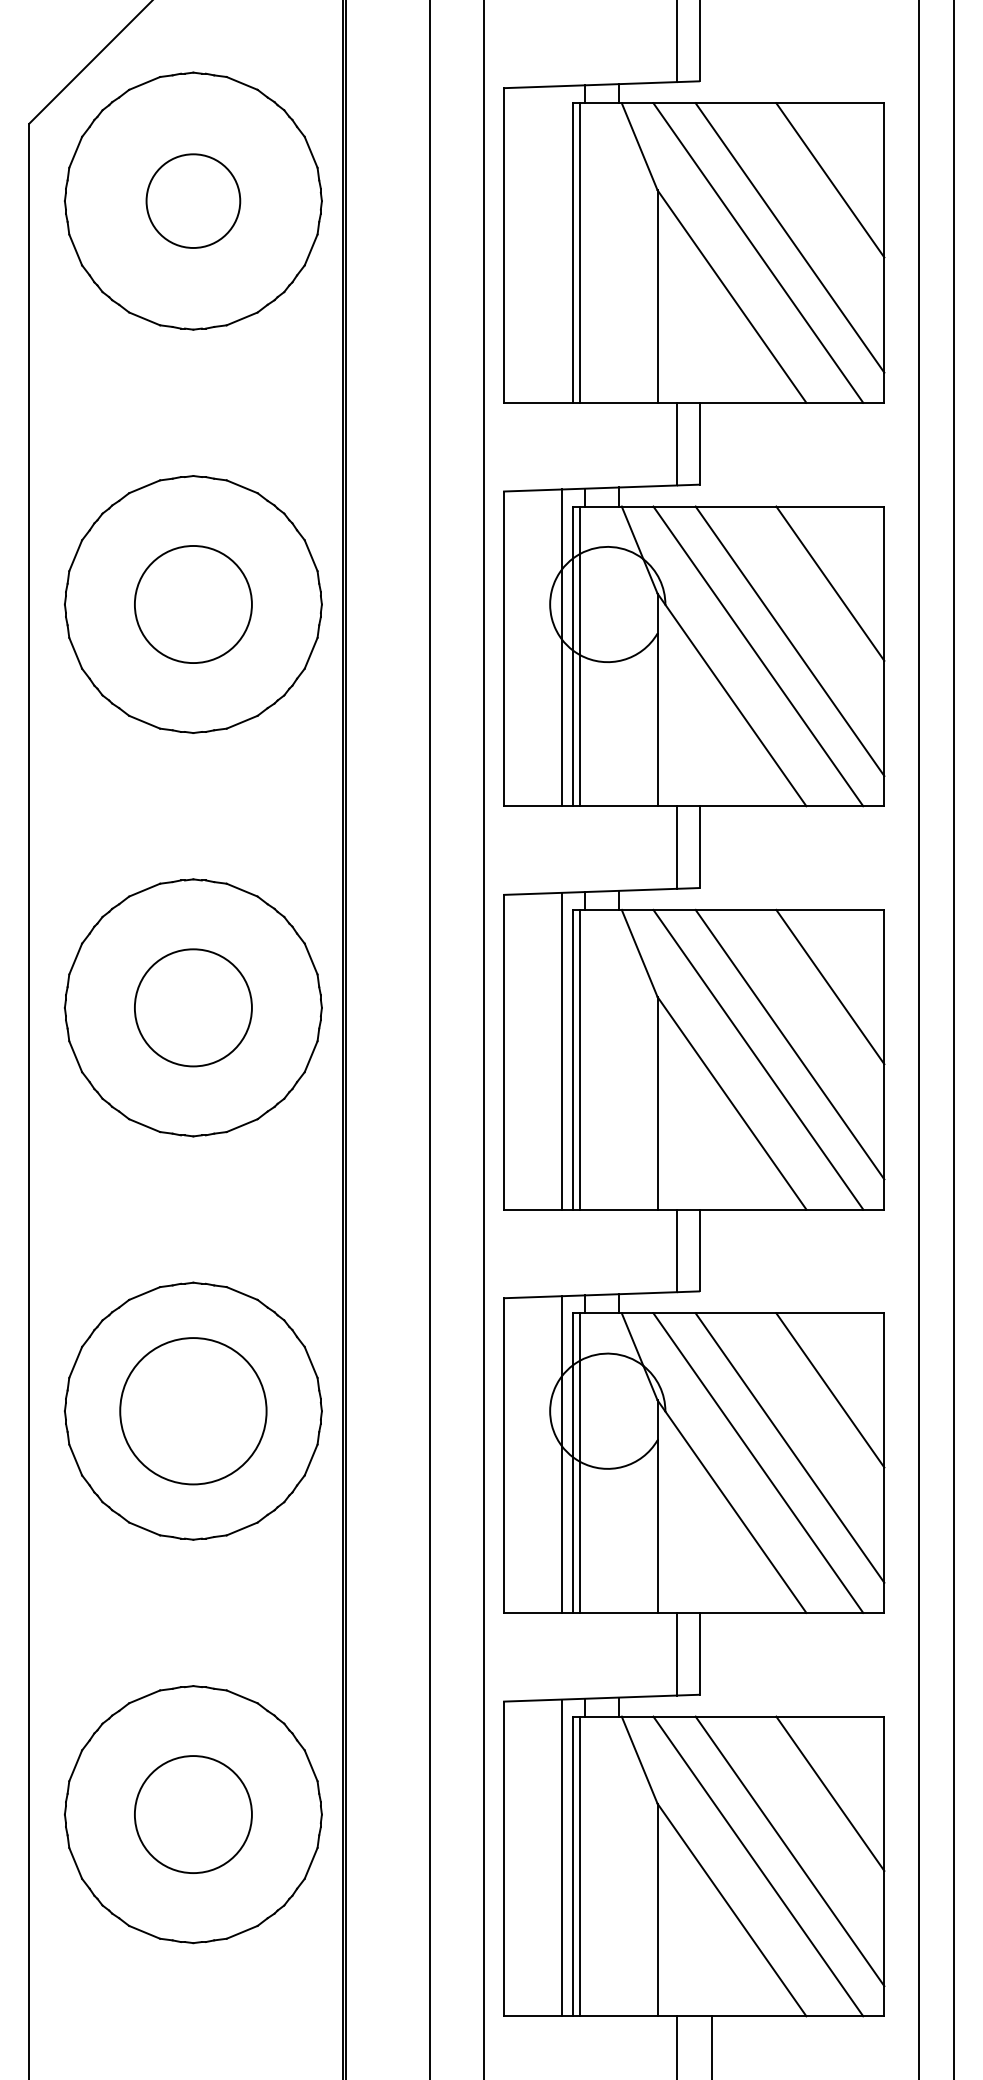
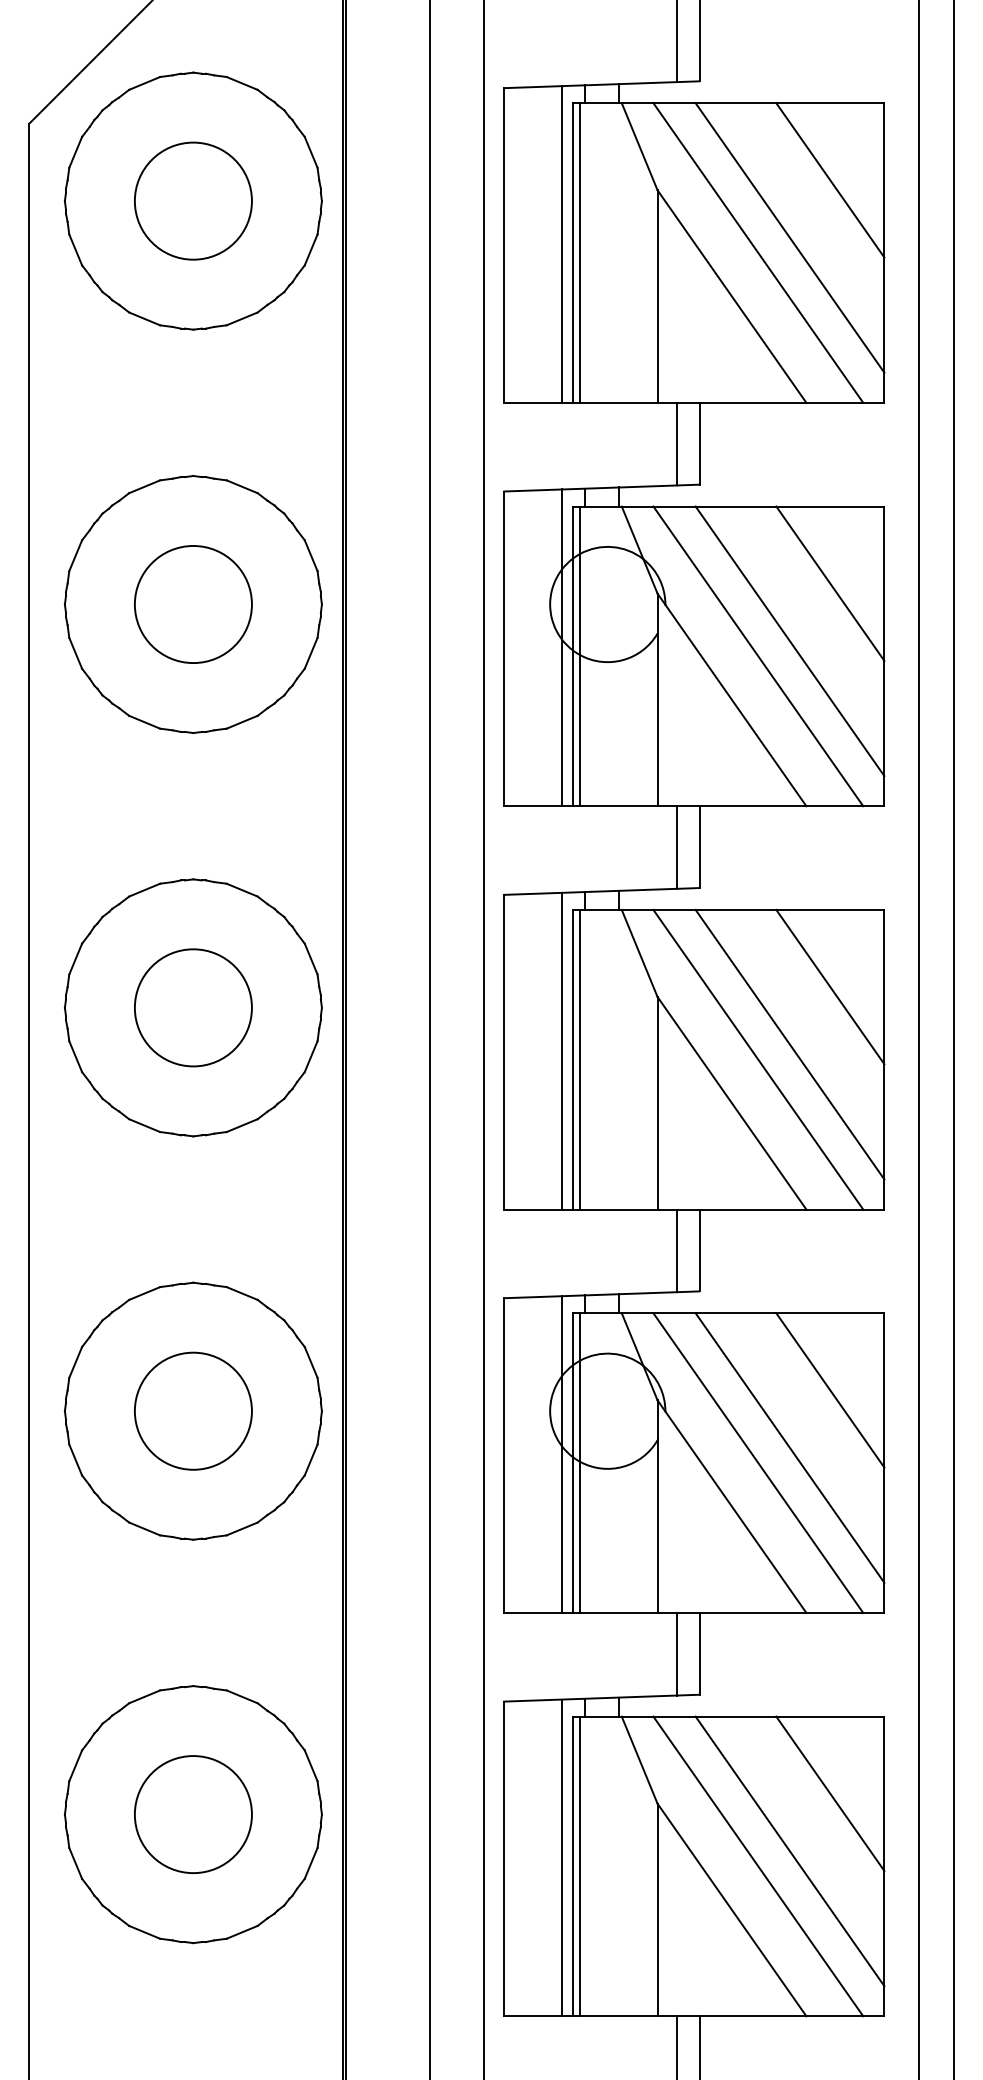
circle at (193, 200) diameter: 94 px -> 117 px
line at (561, 244): none -> present
circle at (193, 1411) diameter: 146 px -> 117 px
line at (711, 2046) position: (711, 2046) -> (699, 2046)
